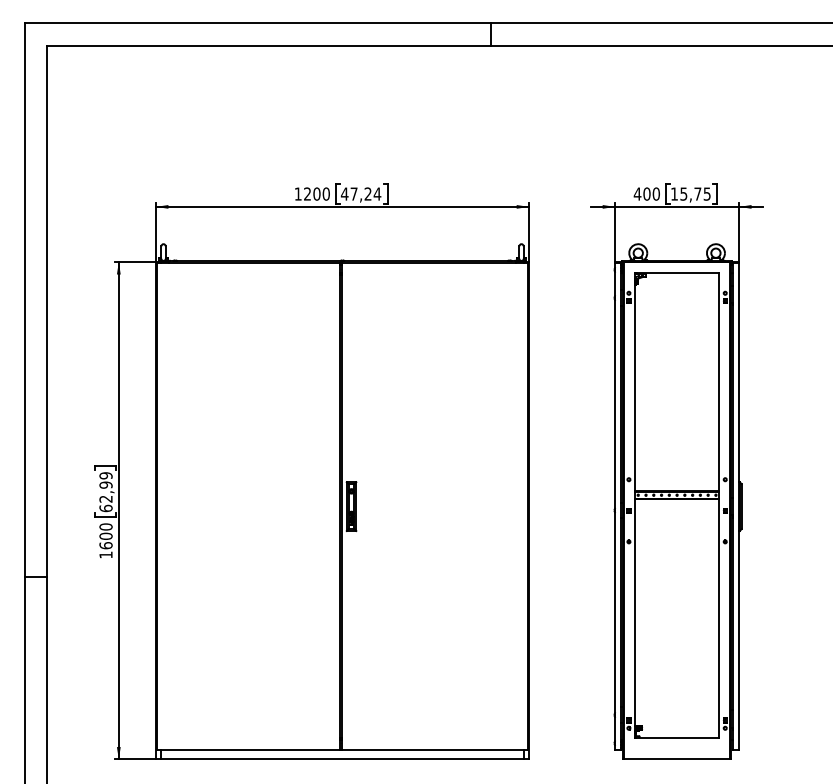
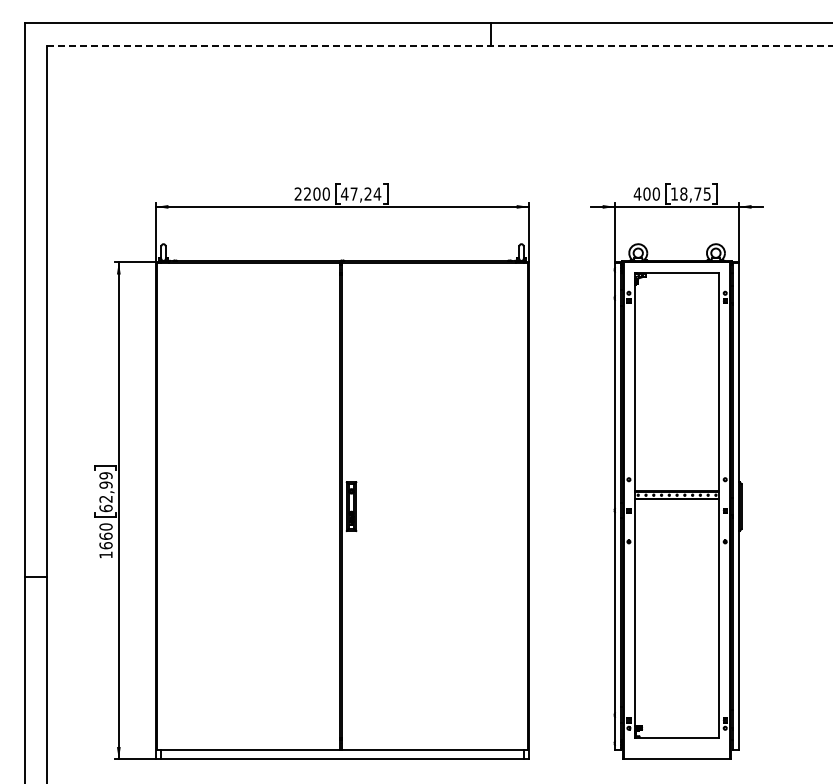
line at (440, 45): solid -> dashed
text at (297, 193): 1200 -> 2200
text at (683, 193): 15,75 -> 18,75
text at (105, 535): 1600 -> 1660
